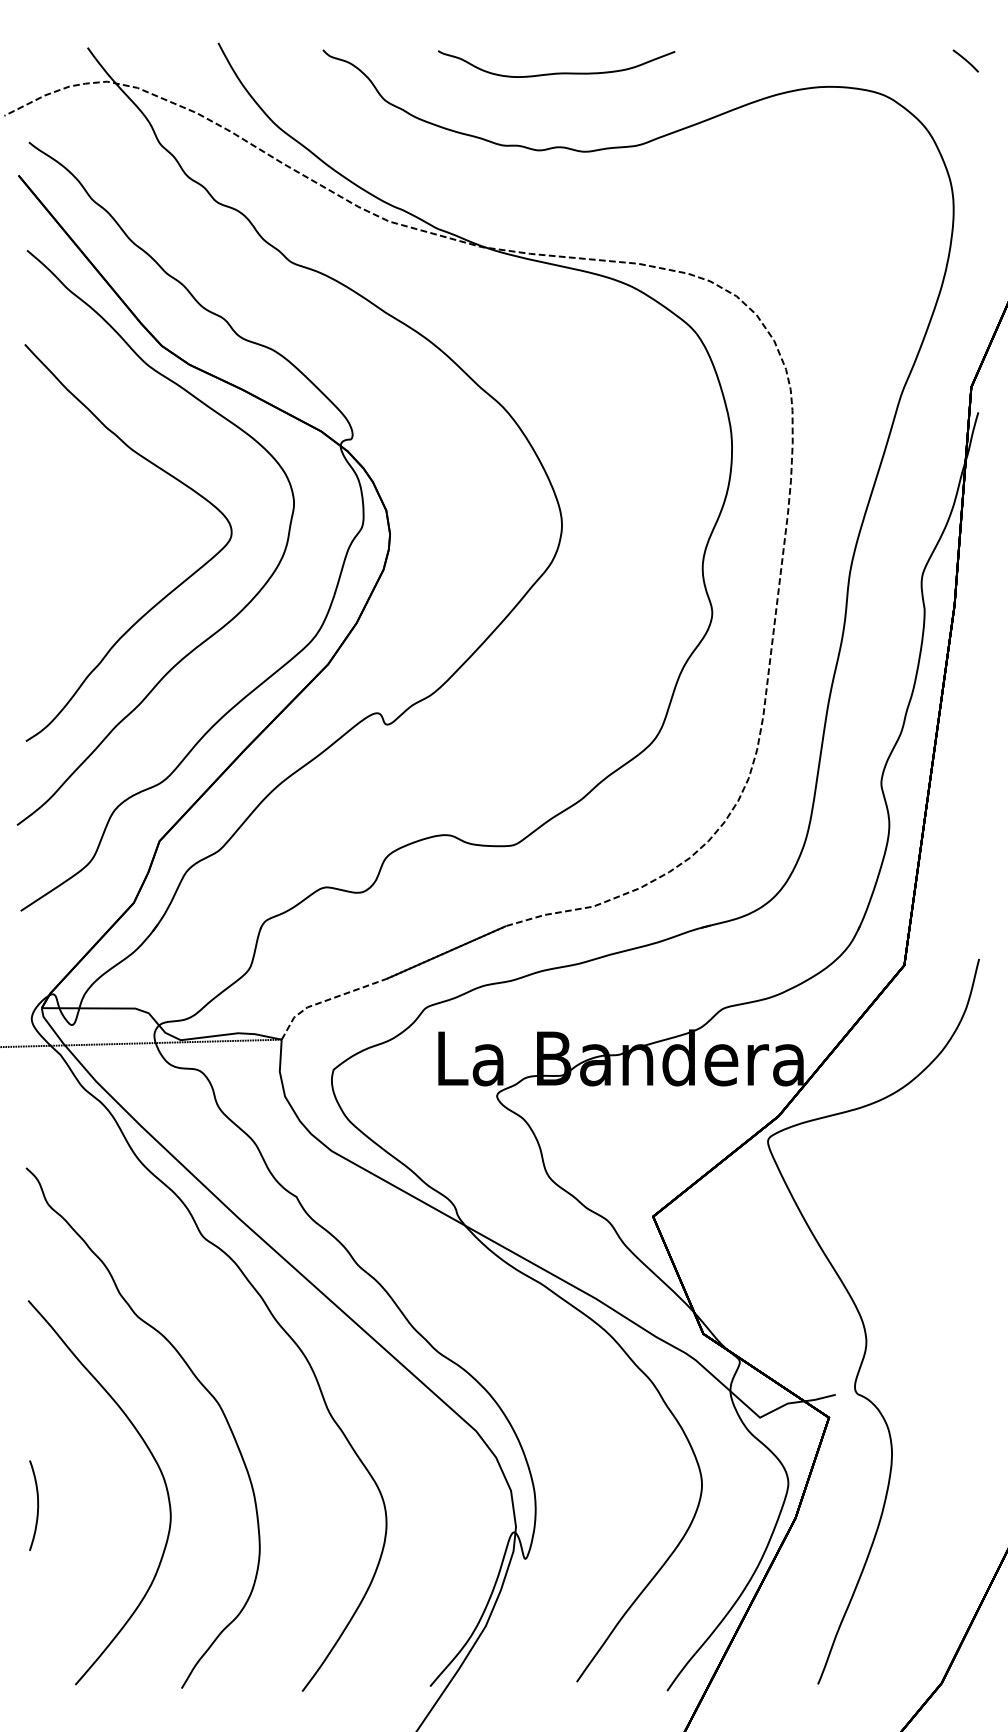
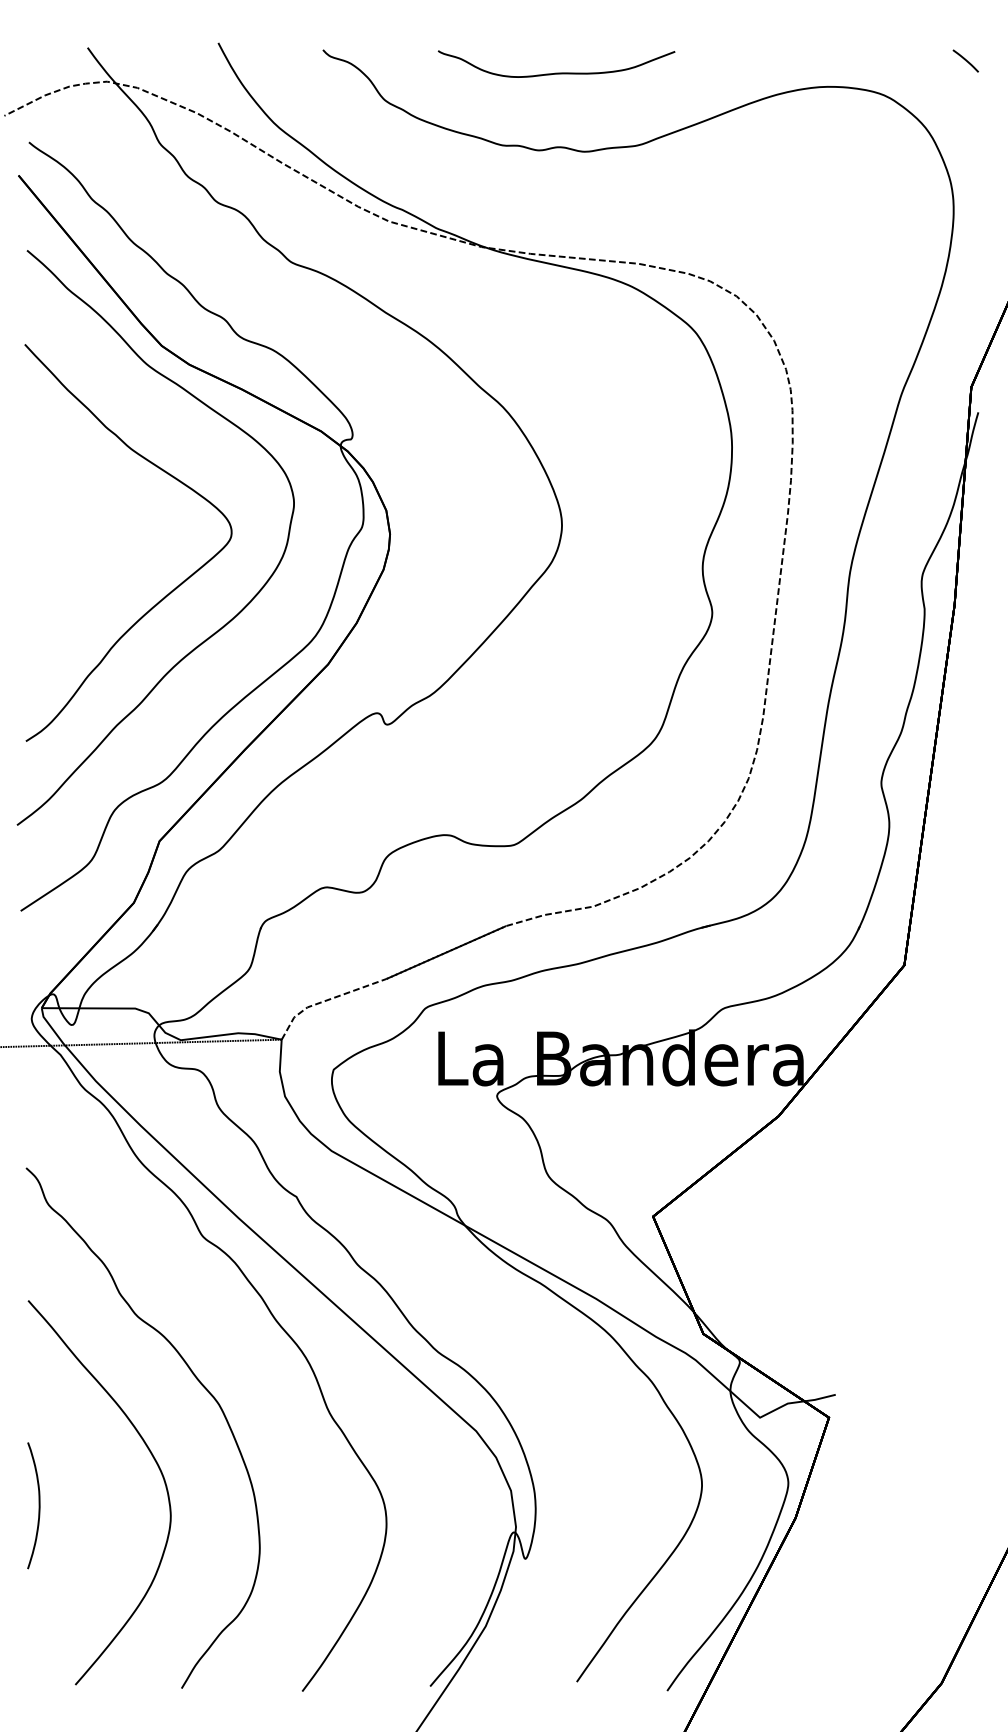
part at (864, 1323): present -> none
part at (34, 1505) size: 11x91 px -> 14x128 px
